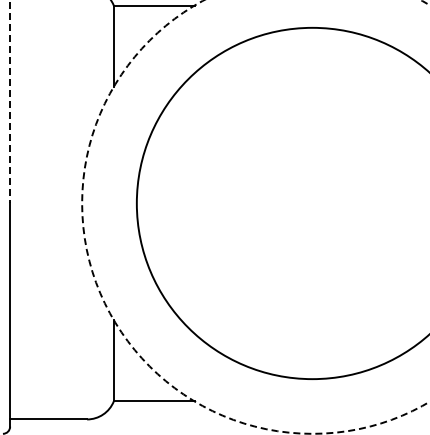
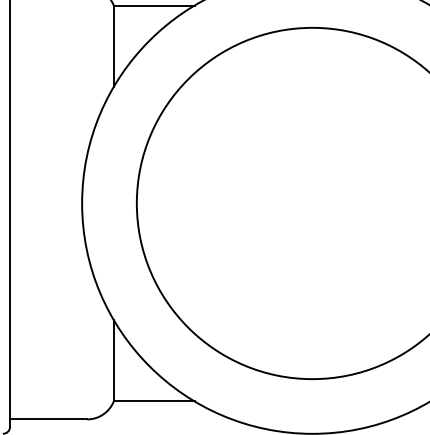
line at (10, 101): dashed -> solid
circle at (255, 216): dashed -> solid
